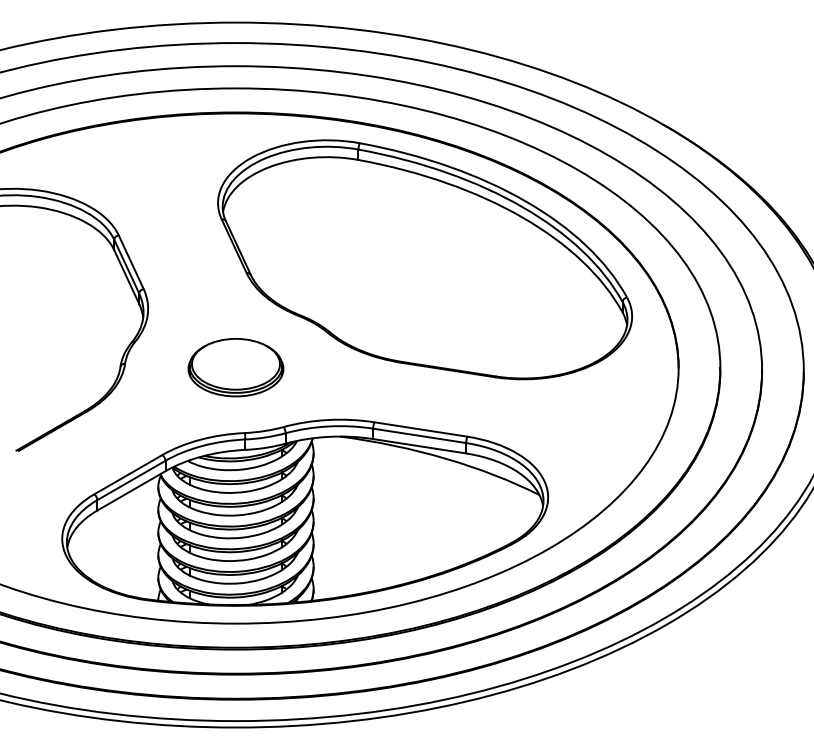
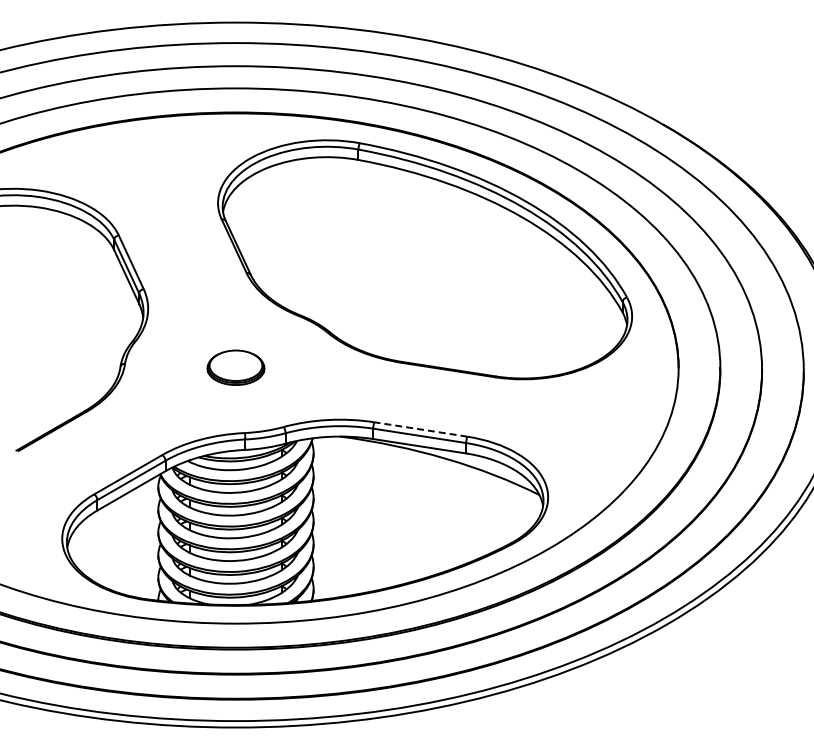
part at (235, 367) size: 98x60 px -> 60x37 px
line at (420, 429): solid -> dashed
